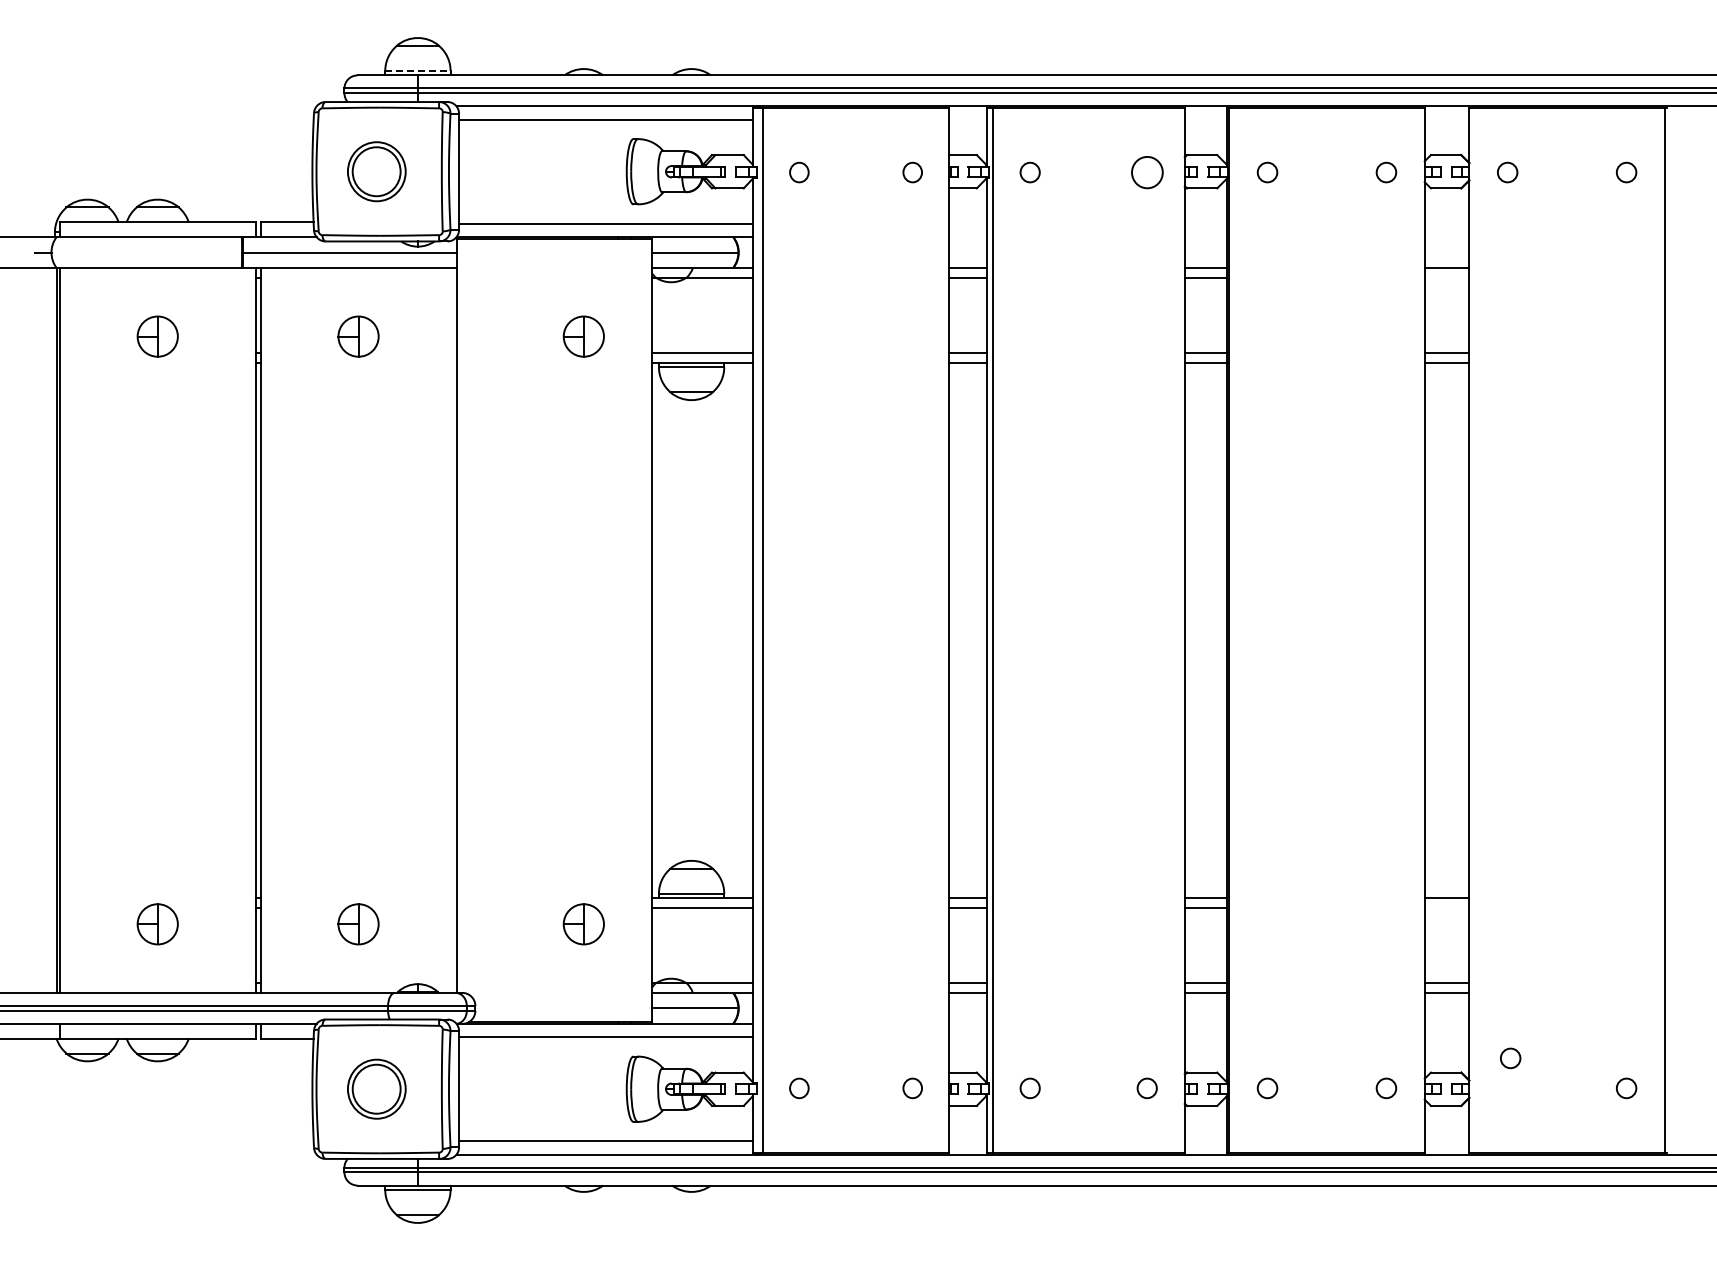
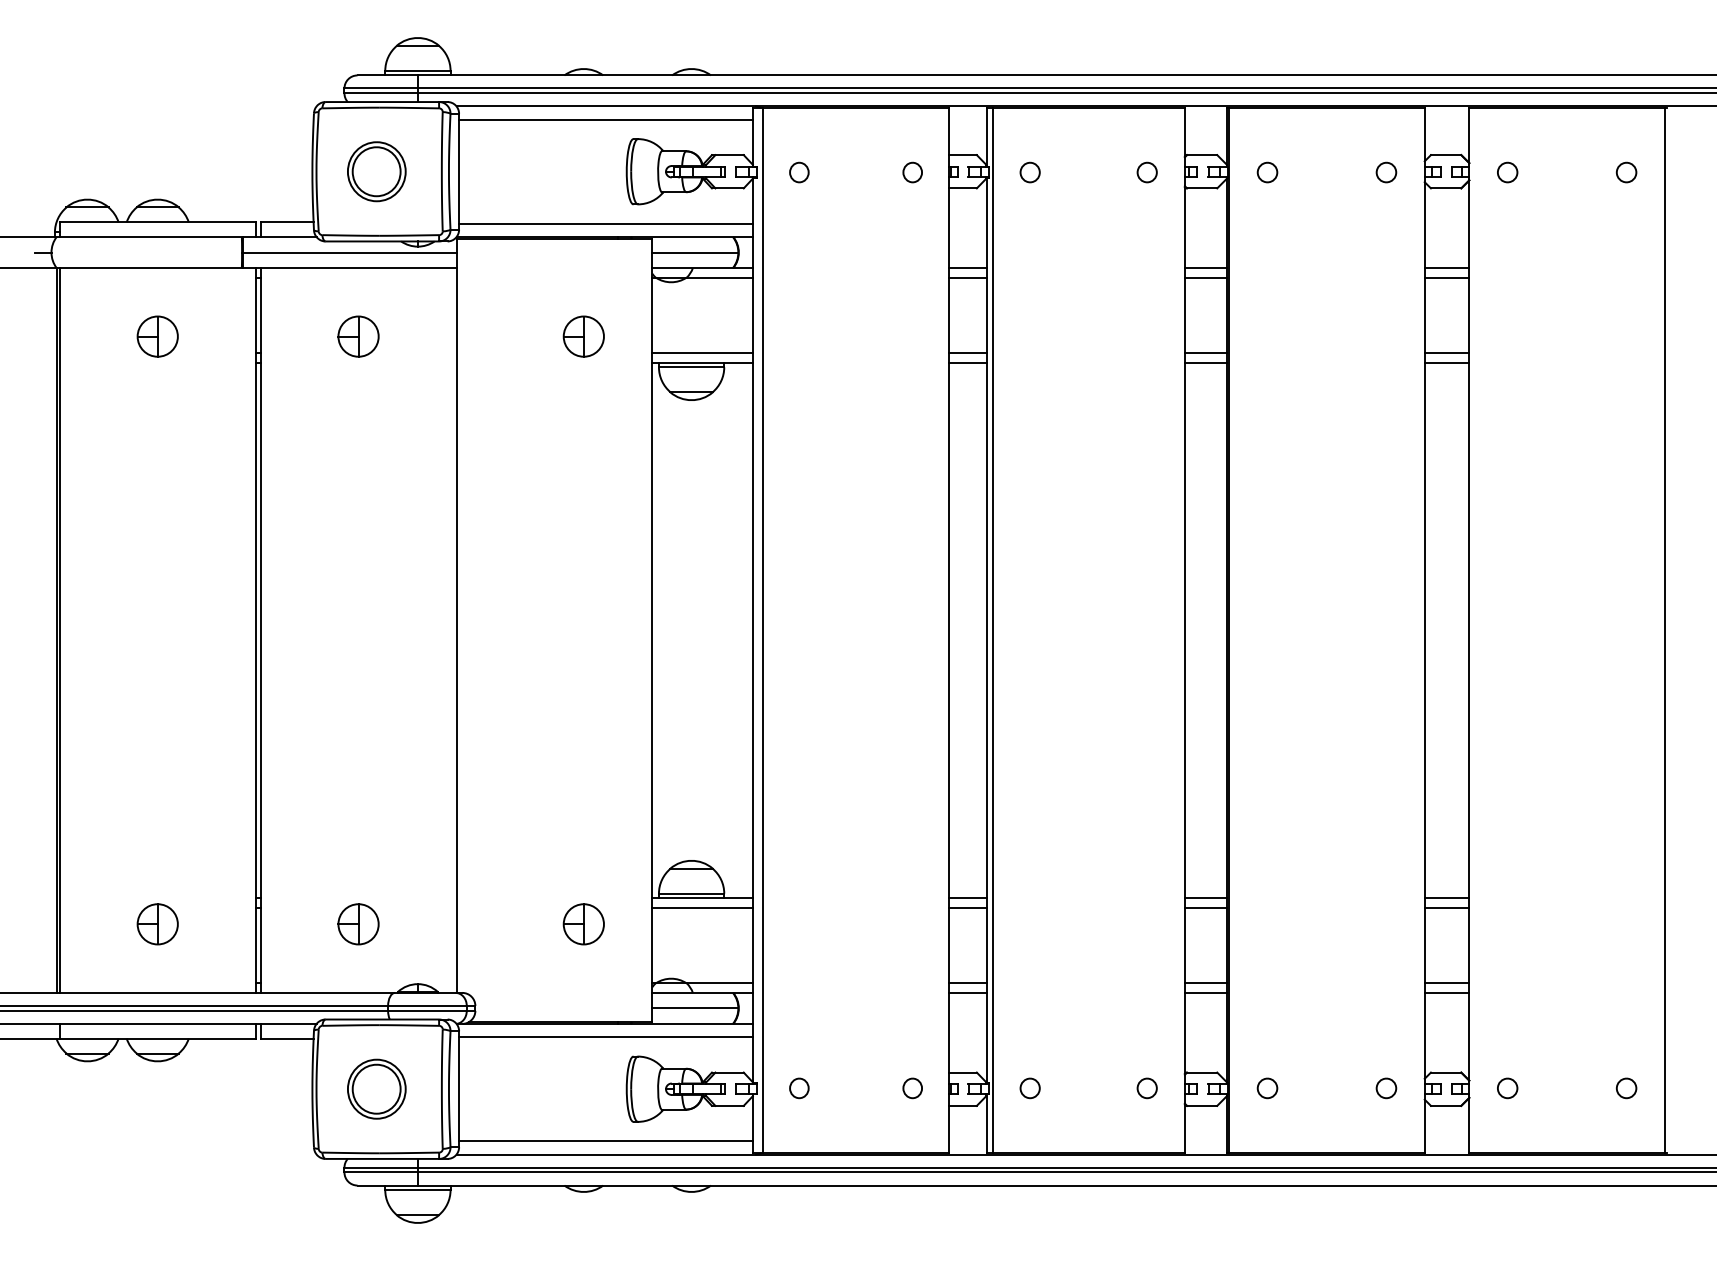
line at (417, 70): dashed -> solid
part at (1147, 172) size: 33x34 px -> 22x23 px
line at (1446, 277): none -> present
line at (1446, 908): none -> present
part at (1510, 1058) position: (1510, 1058) -> (1507, 1088)
